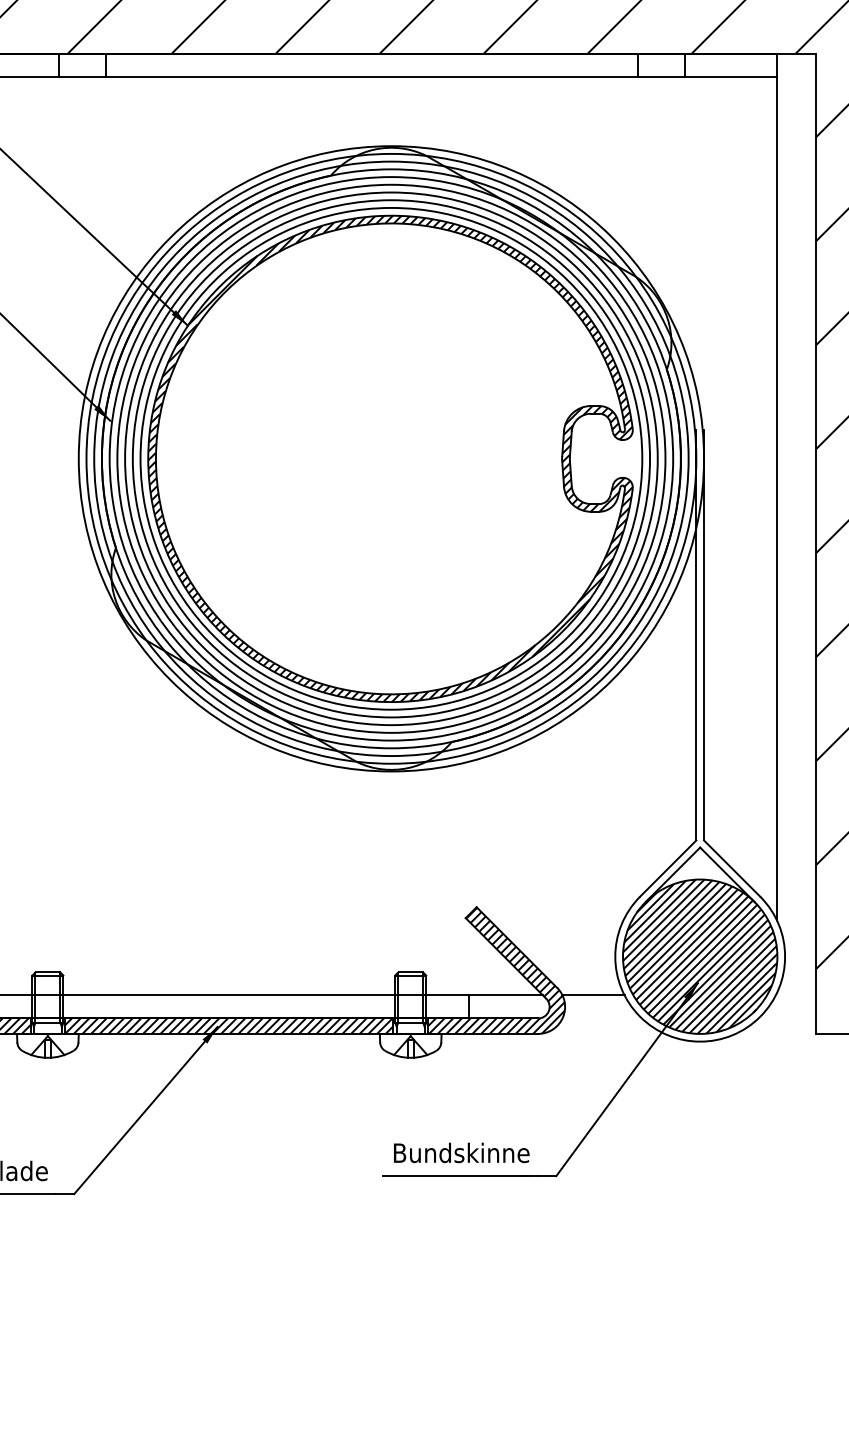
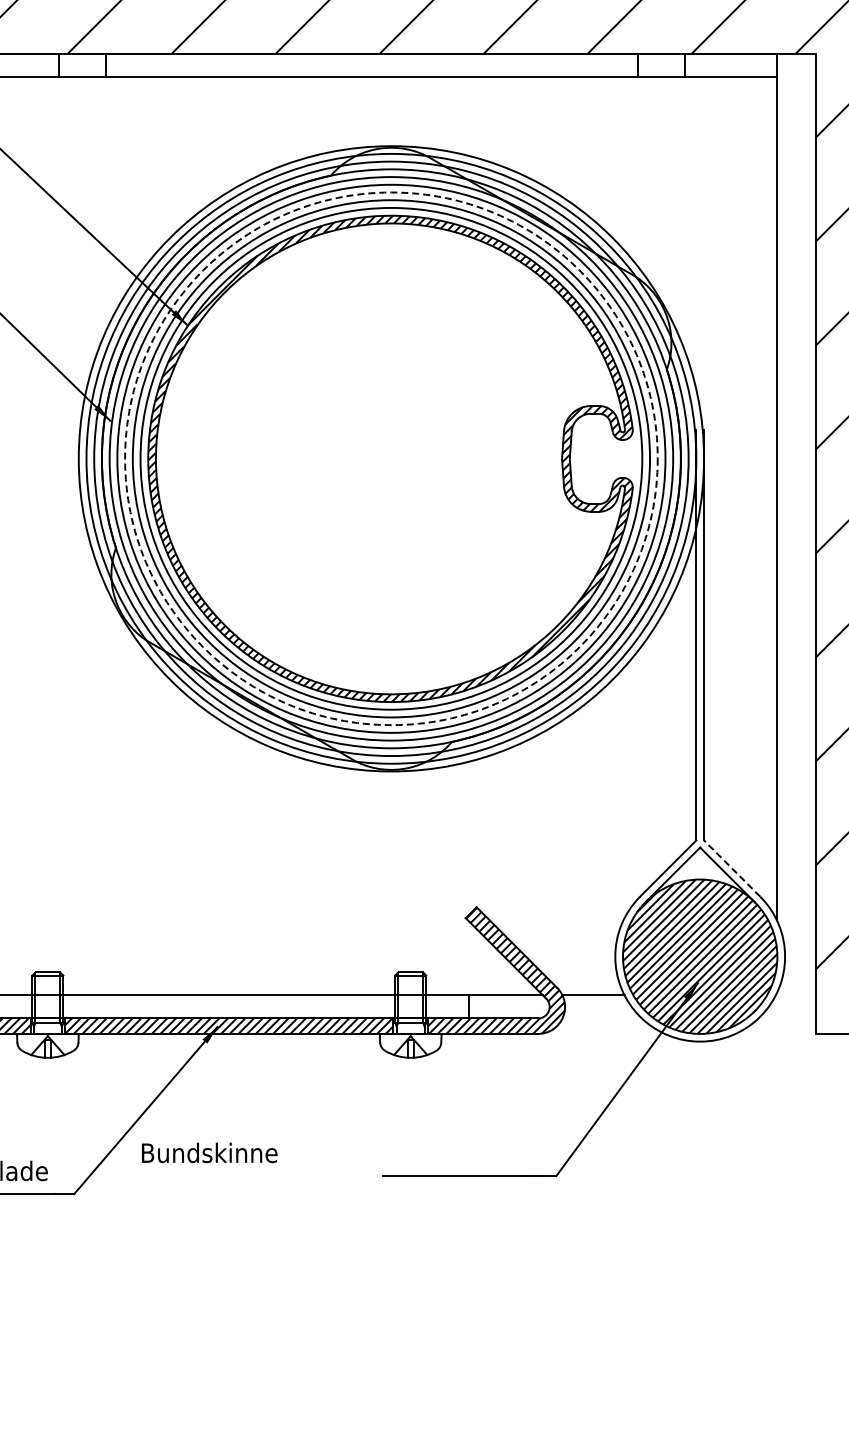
circle at (391, 458): solid -> dashed
line at (732, 868): solid -> dashed
text at (461, 1152) position: (461, 1152) -> (209, 1152)
